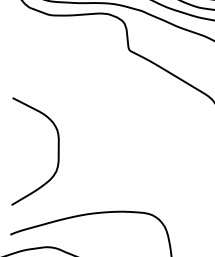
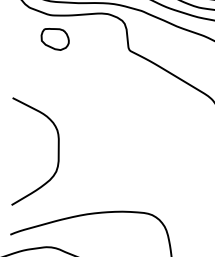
part at (54, 39): none -> present
